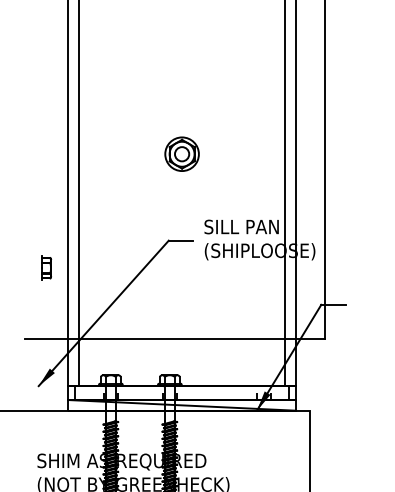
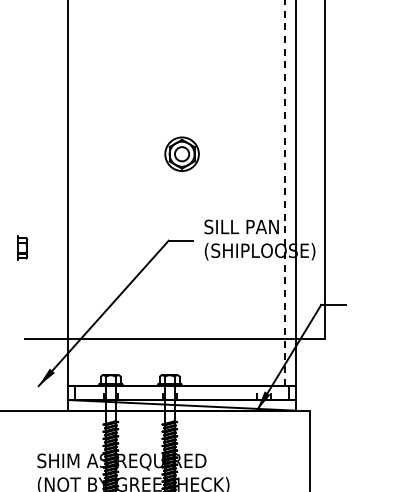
line at (79, 193): present -> none
line at (285, 193): solid -> dashed
part at (46, 267) position: (46, 267) -> (22, 247)
